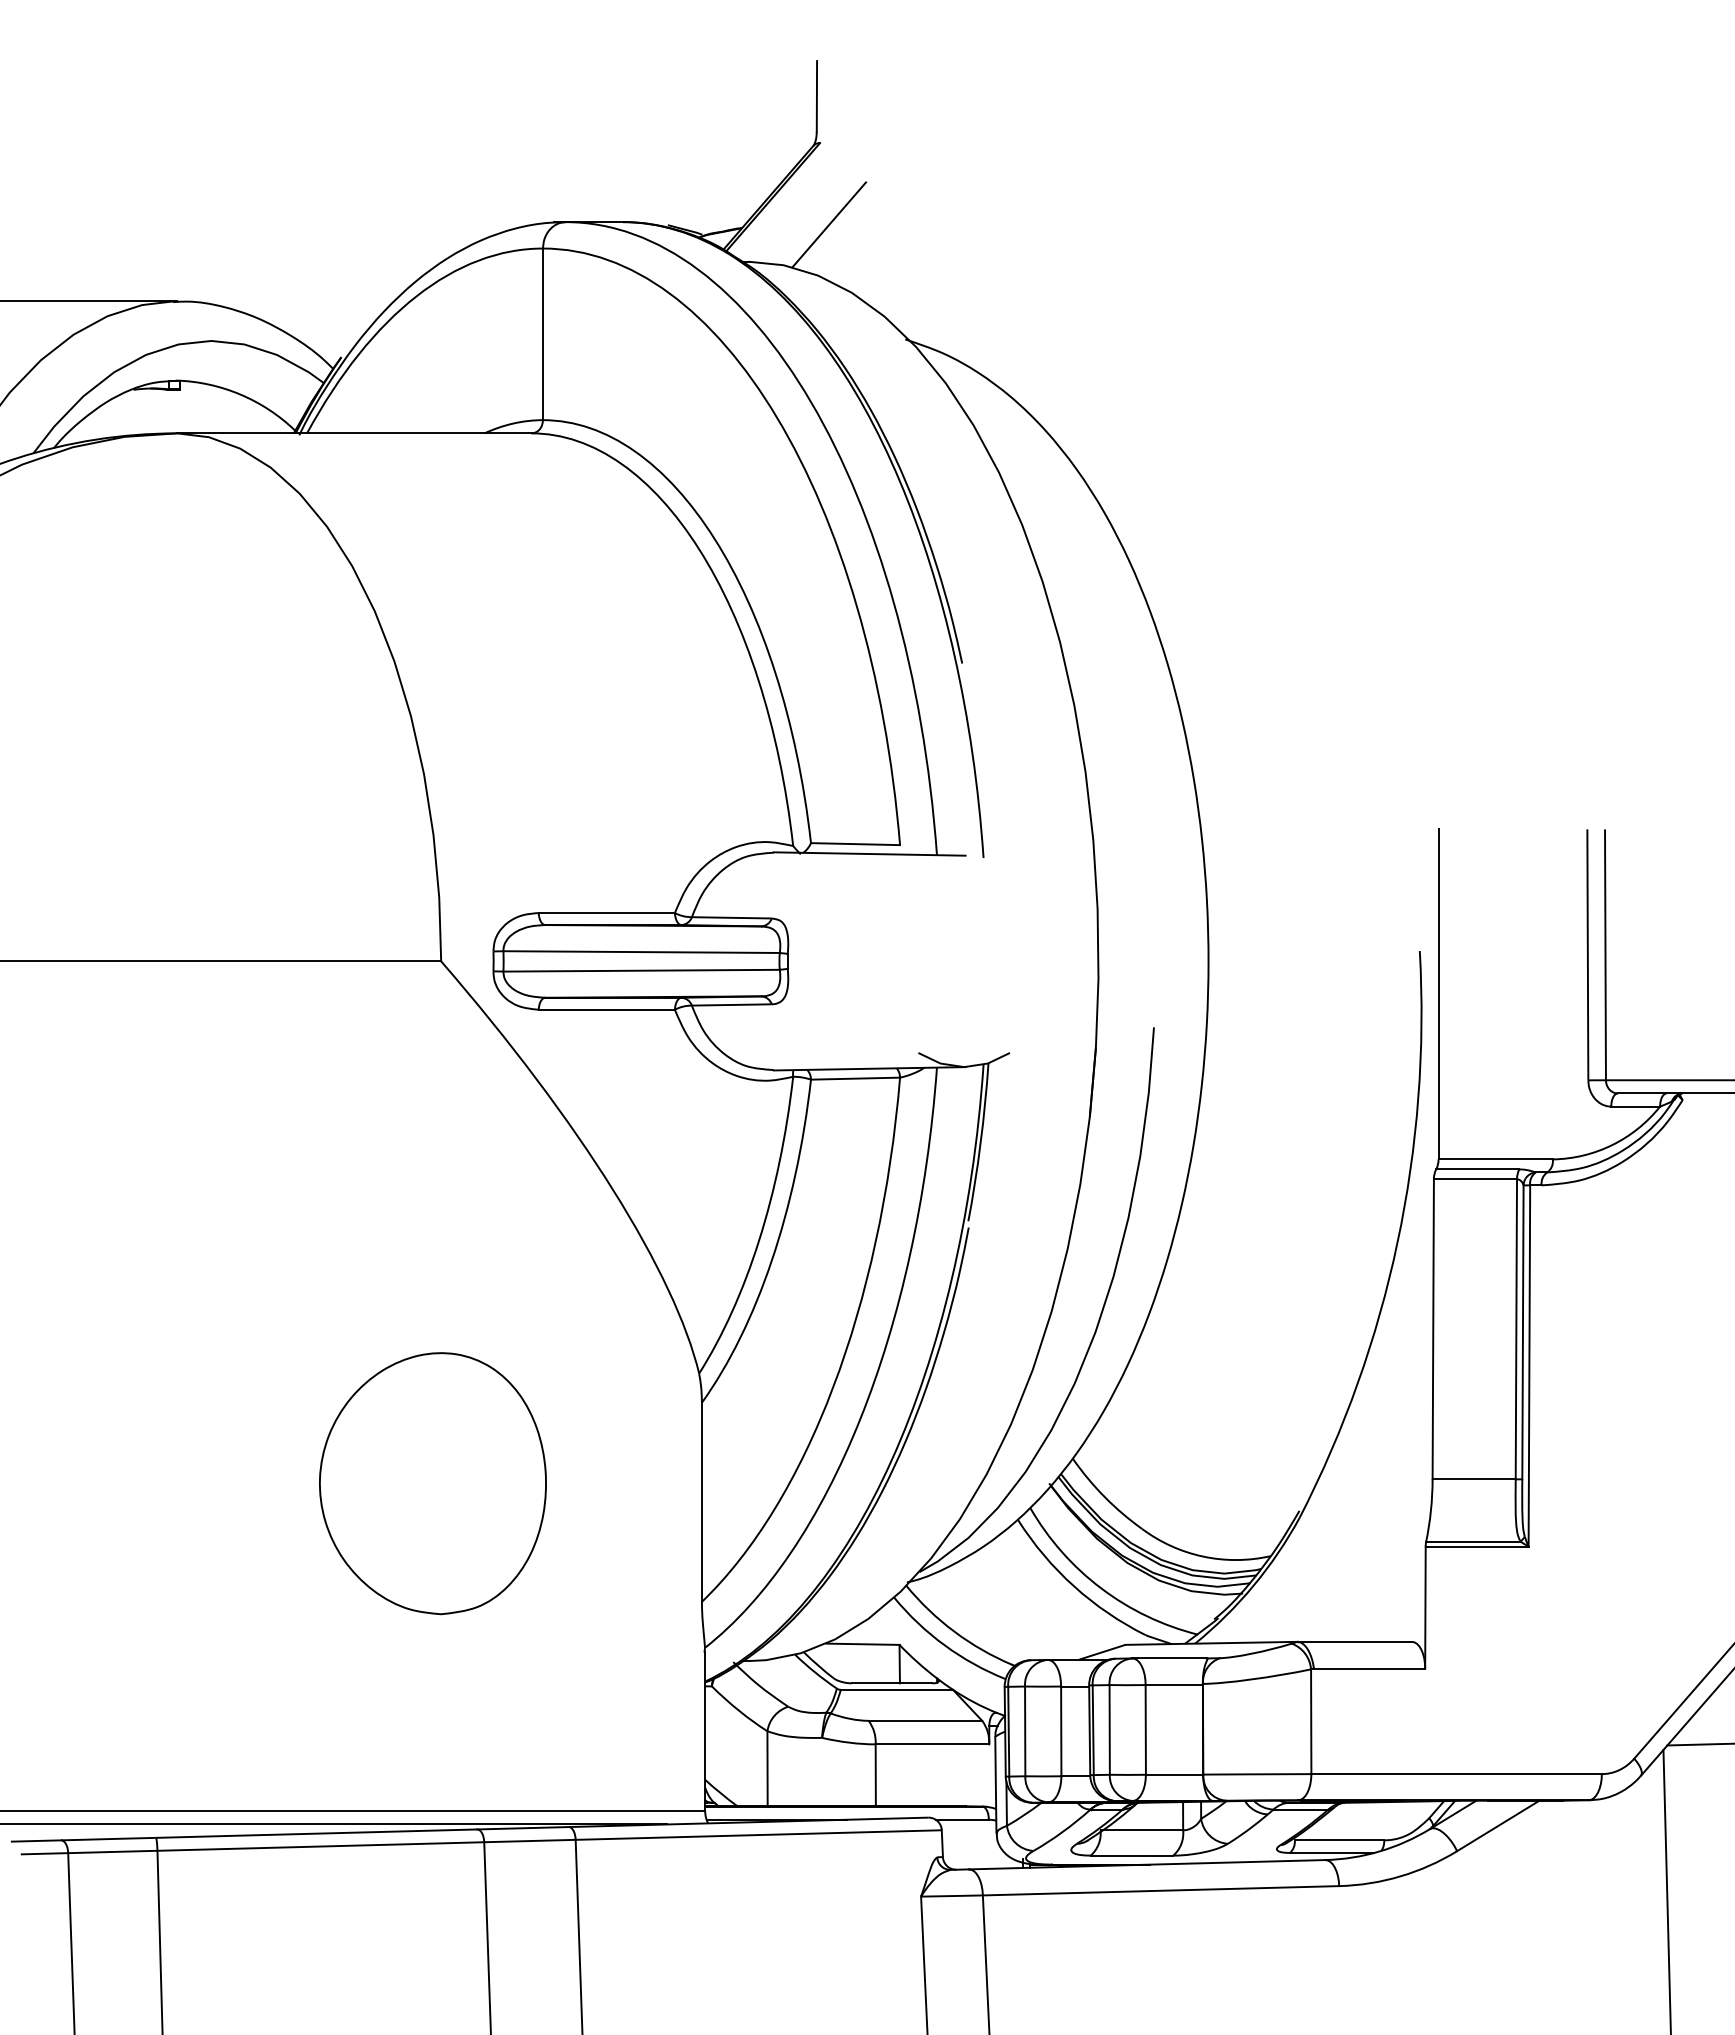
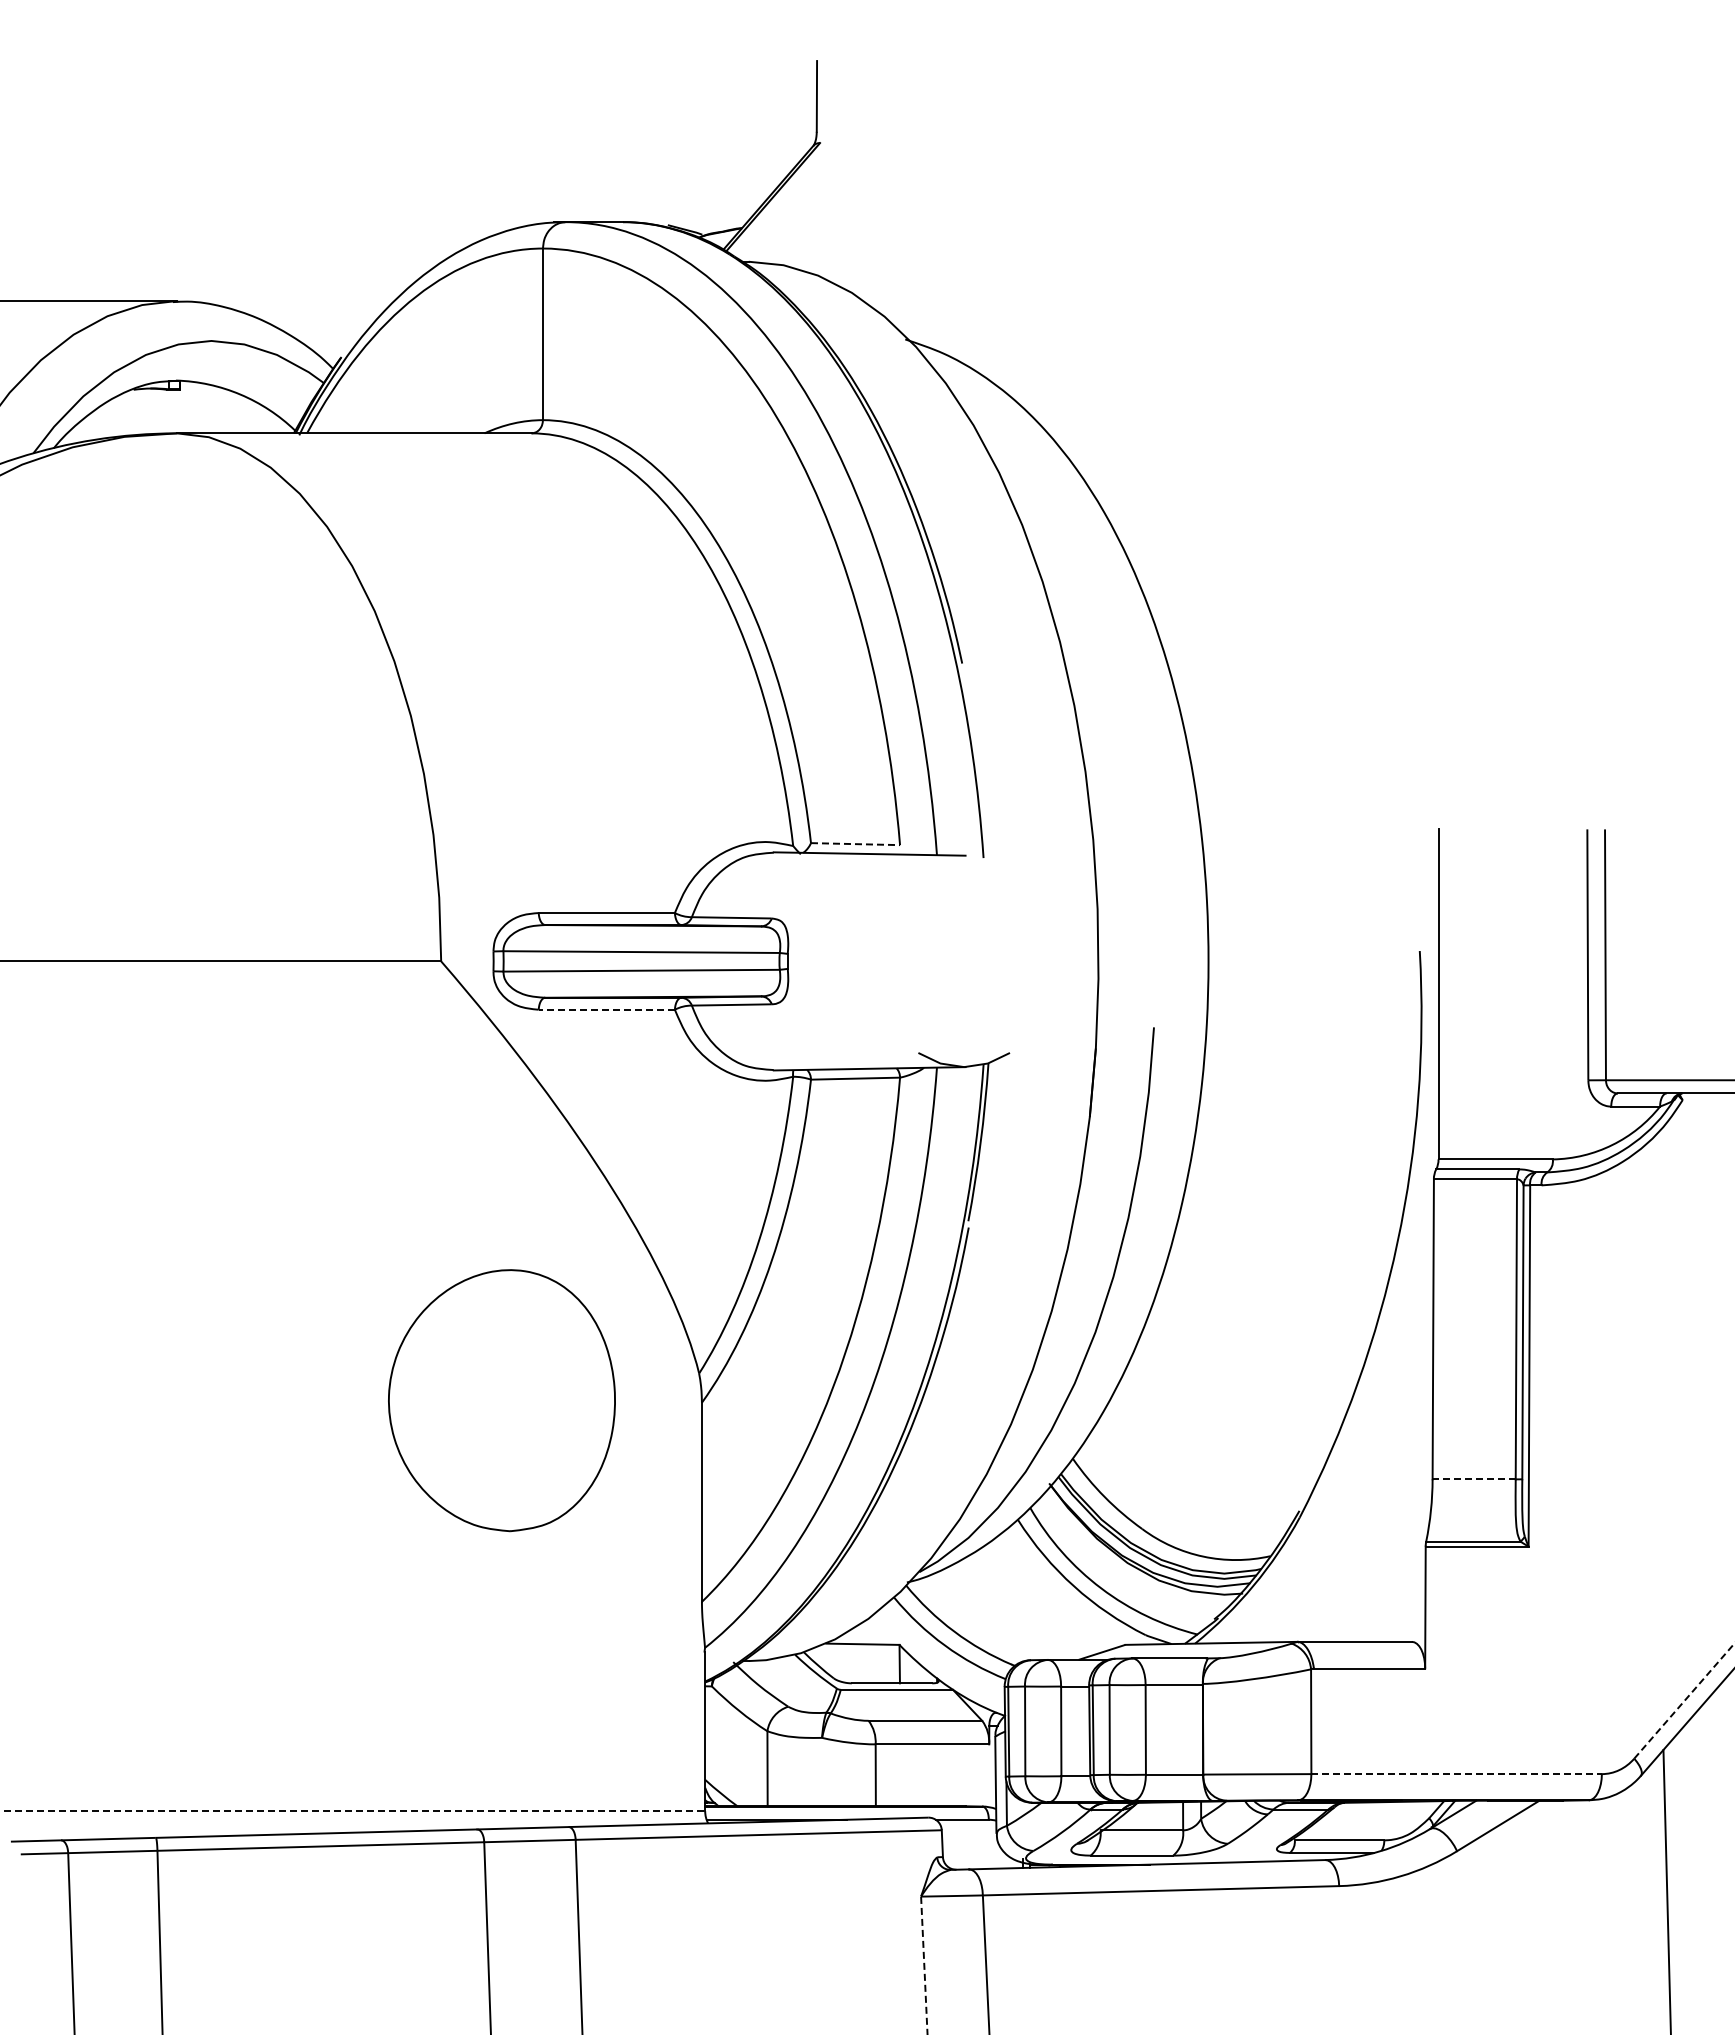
line at (829, 224): present -> none
line at (855, 844): solid -> dashed
line at (606, 1009): solid -> dashed
line at (1474, 1479): solid -> dashed
part at (432, 1483) position: (432, 1483) -> (501, 1400)
line at (1684, 1700): solid -> dashed
line at (1699, 1744): present -> none
line at (1457, 1774): solid -> dashed
line at (353, 1811): solid -> dashed
line at (334, 1824): present -> none
line at (924, 1965): solid -> dashed
